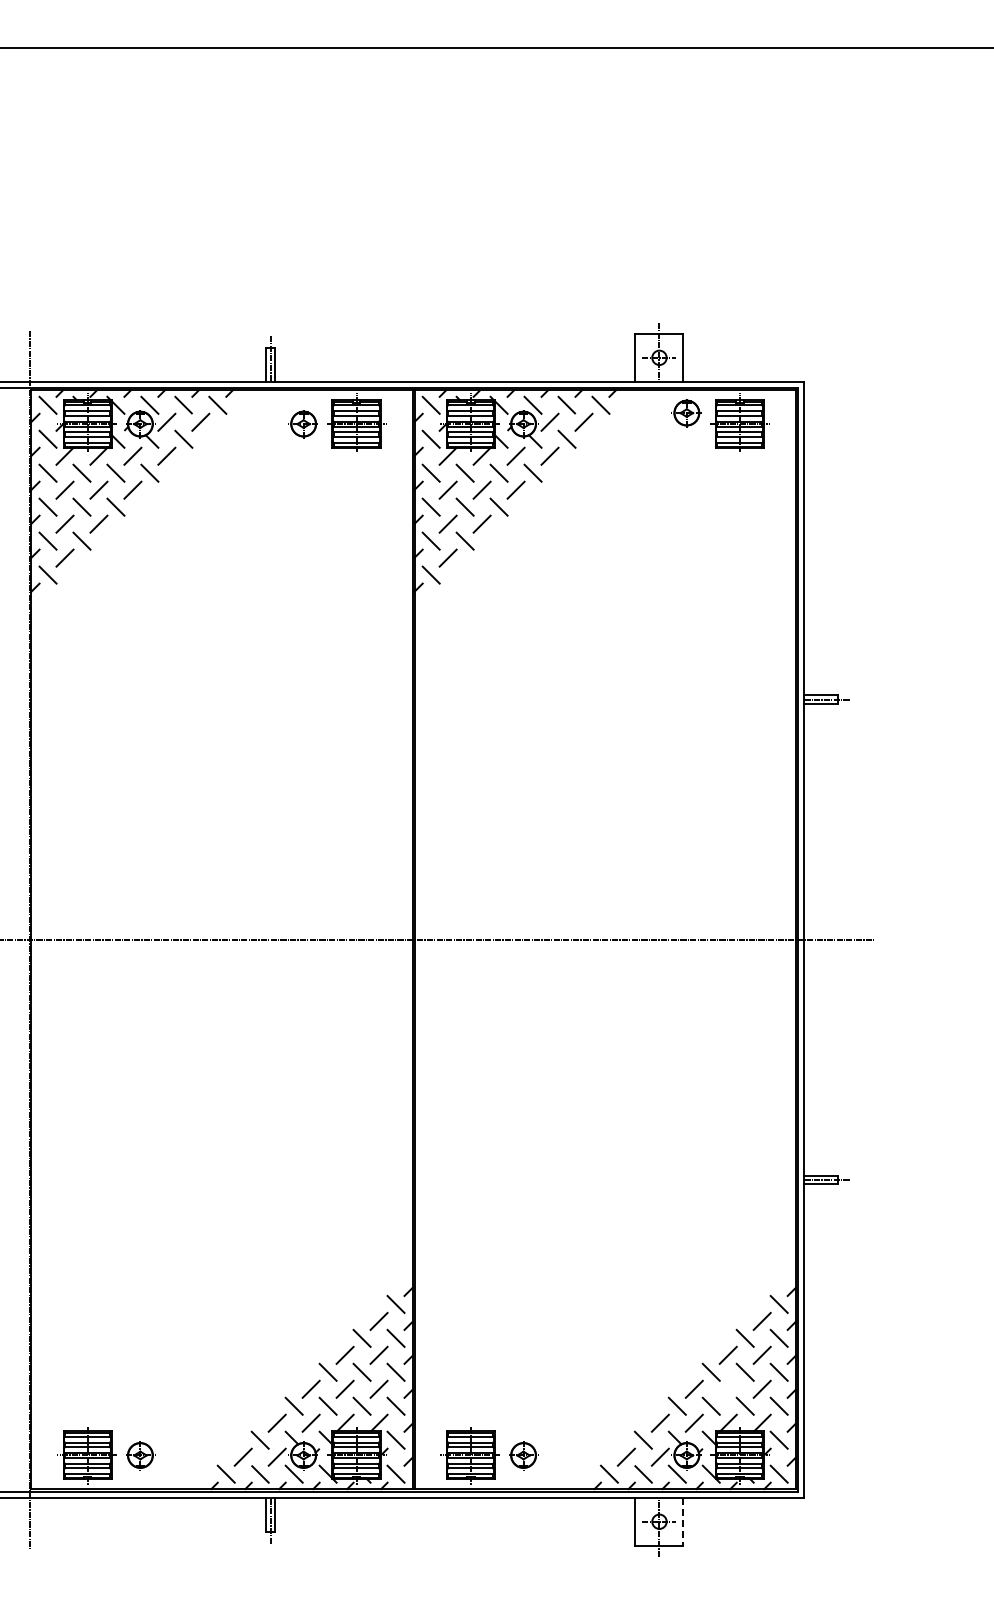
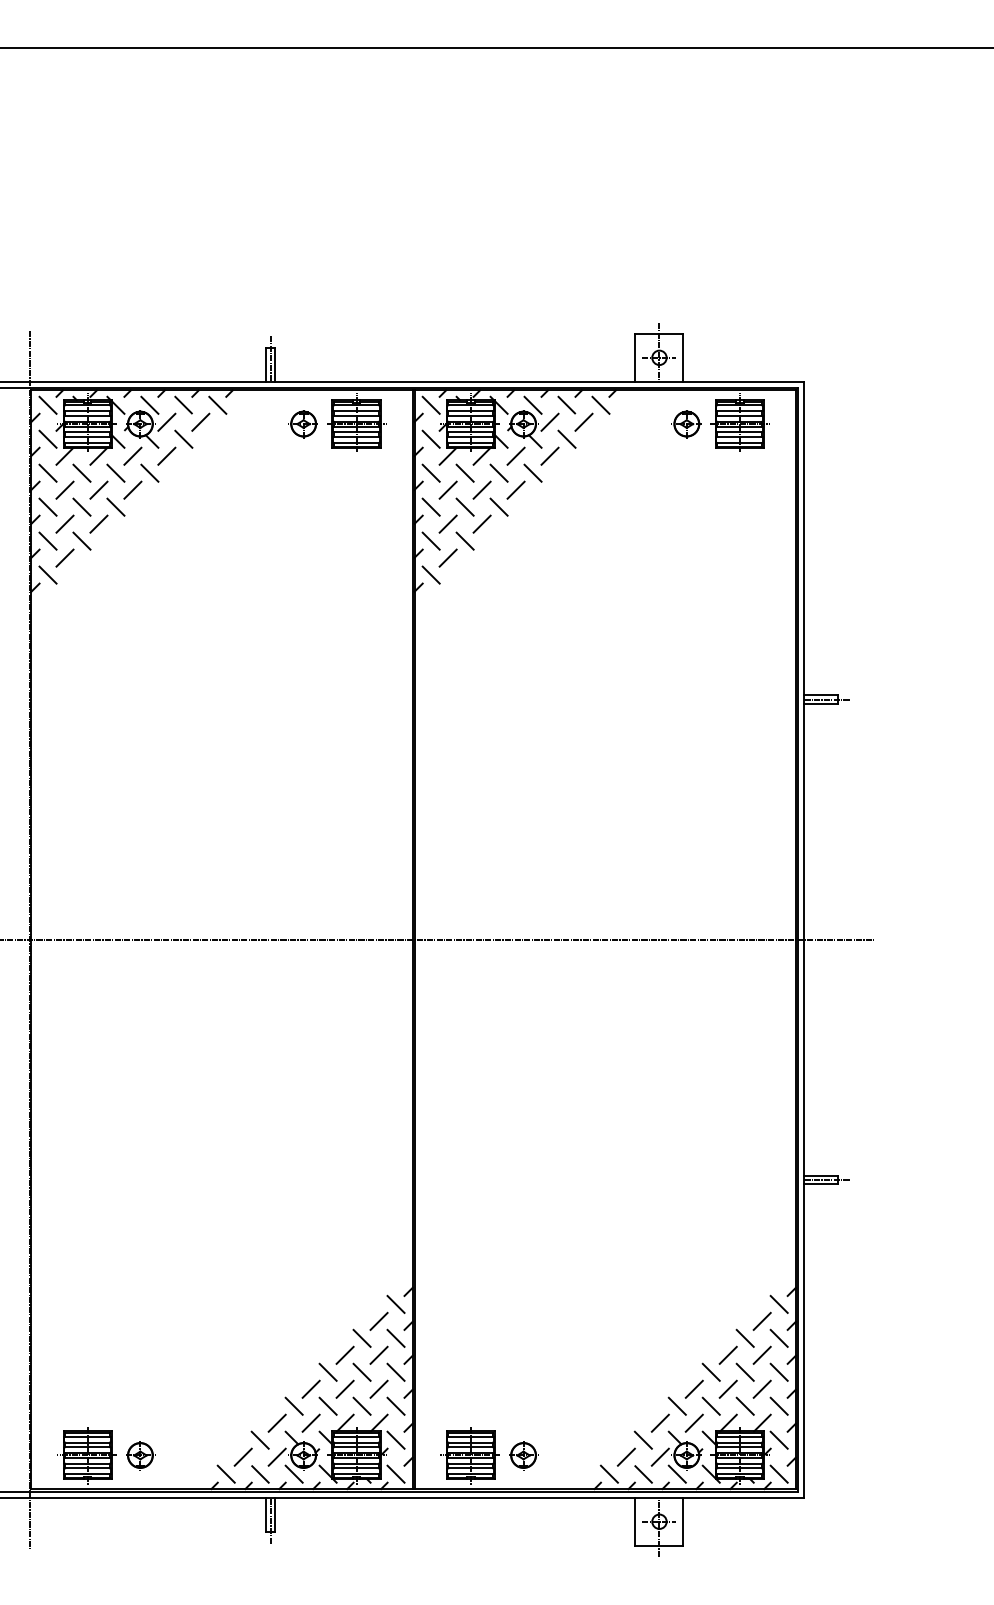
part at (686, 413) position: (686, 413) -> (686, 424)
line at (727, 1388): none -> present
line at (683, 1522): dashed -> solid
